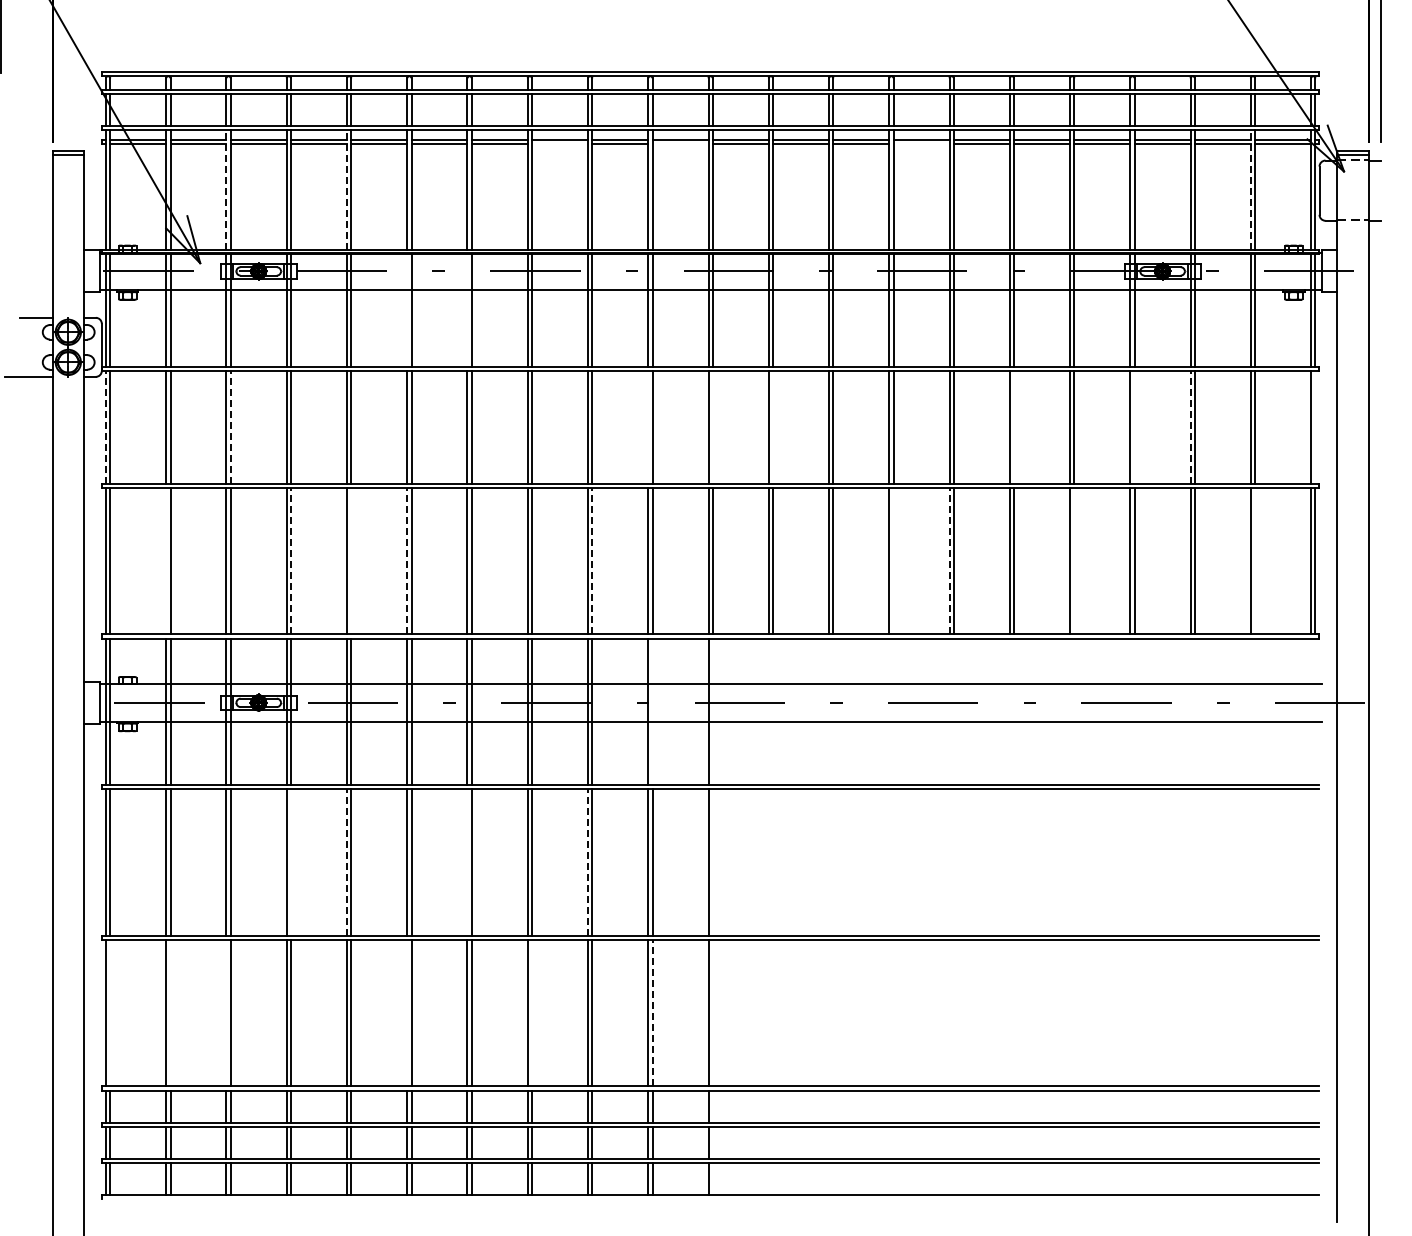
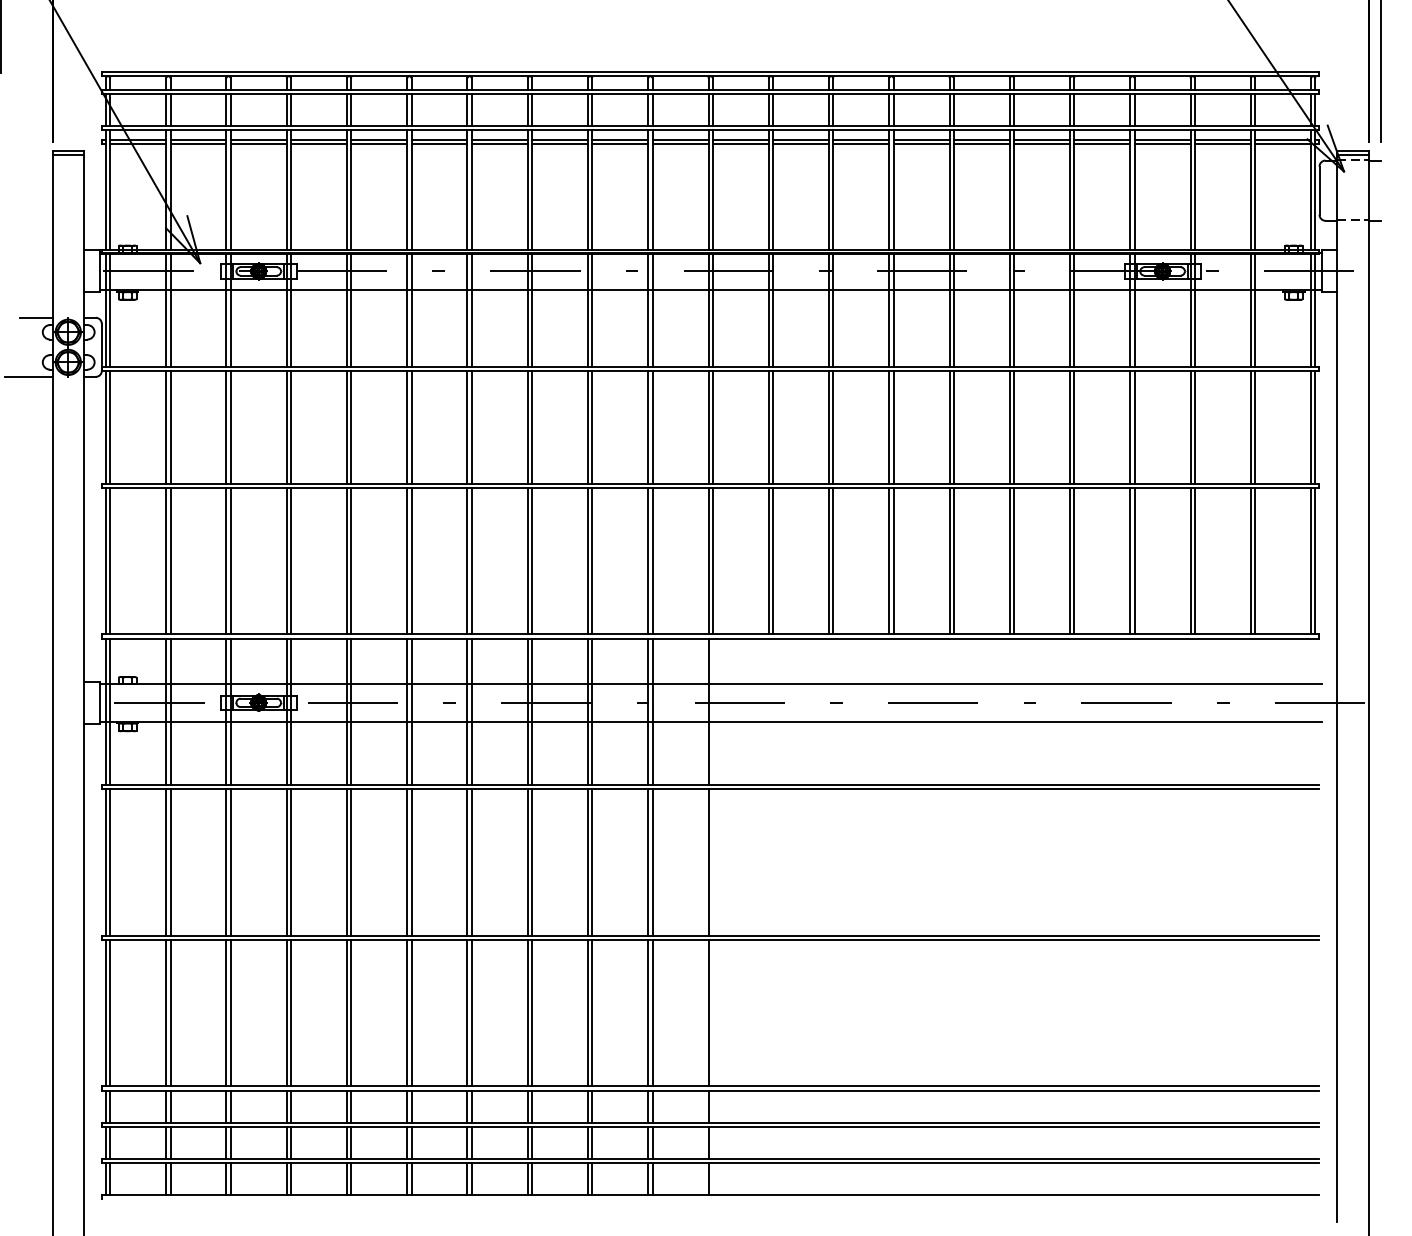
line at (559, 144): none -> present
line at (680, 144): none -> present
line at (921, 144): none -> present
line at (226, 190): dashed -> solid
line at (346, 190): dashed -> solid
line at (1250, 190): dashed -> solid
line at (407, 310): none -> present
line at (467, 310): none -> present
line at (105, 427): dashed -> solid
line at (230, 427): dashed -> solid
line at (648, 427): none -> present
line at (712, 427): none -> present
line at (773, 427): none -> present
line at (1014, 427): none -> present
line at (1134, 427): none -> present
line at (1190, 427): dashed -> solid
line at (1315, 427): none -> present
line at (291, 560): dashed -> solid
line at (407, 560): dashed -> solid
line at (592, 560): dashed -> solid
line at (949, 560): dashed -> solid
line at (166, 561): none -> present
line at (351, 561): none -> present
line at (893, 561): none -> present
line at (1074, 561): none -> present
line at (1255, 561): none -> present
line at (652, 711): none -> present
line at (291, 862): none -> present
line at (346, 862): dashed -> solid
line at (467, 862): none -> present
line at (587, 862): dashed -> solid
line at (652, 1012): dashed -> solid
line at (110, 1013): none -> present
line at (170, 1013): none -> present
line at (226, 1013): none -> present
line at (407, 1013): none -> present
line at (532, 1013): none -> present
